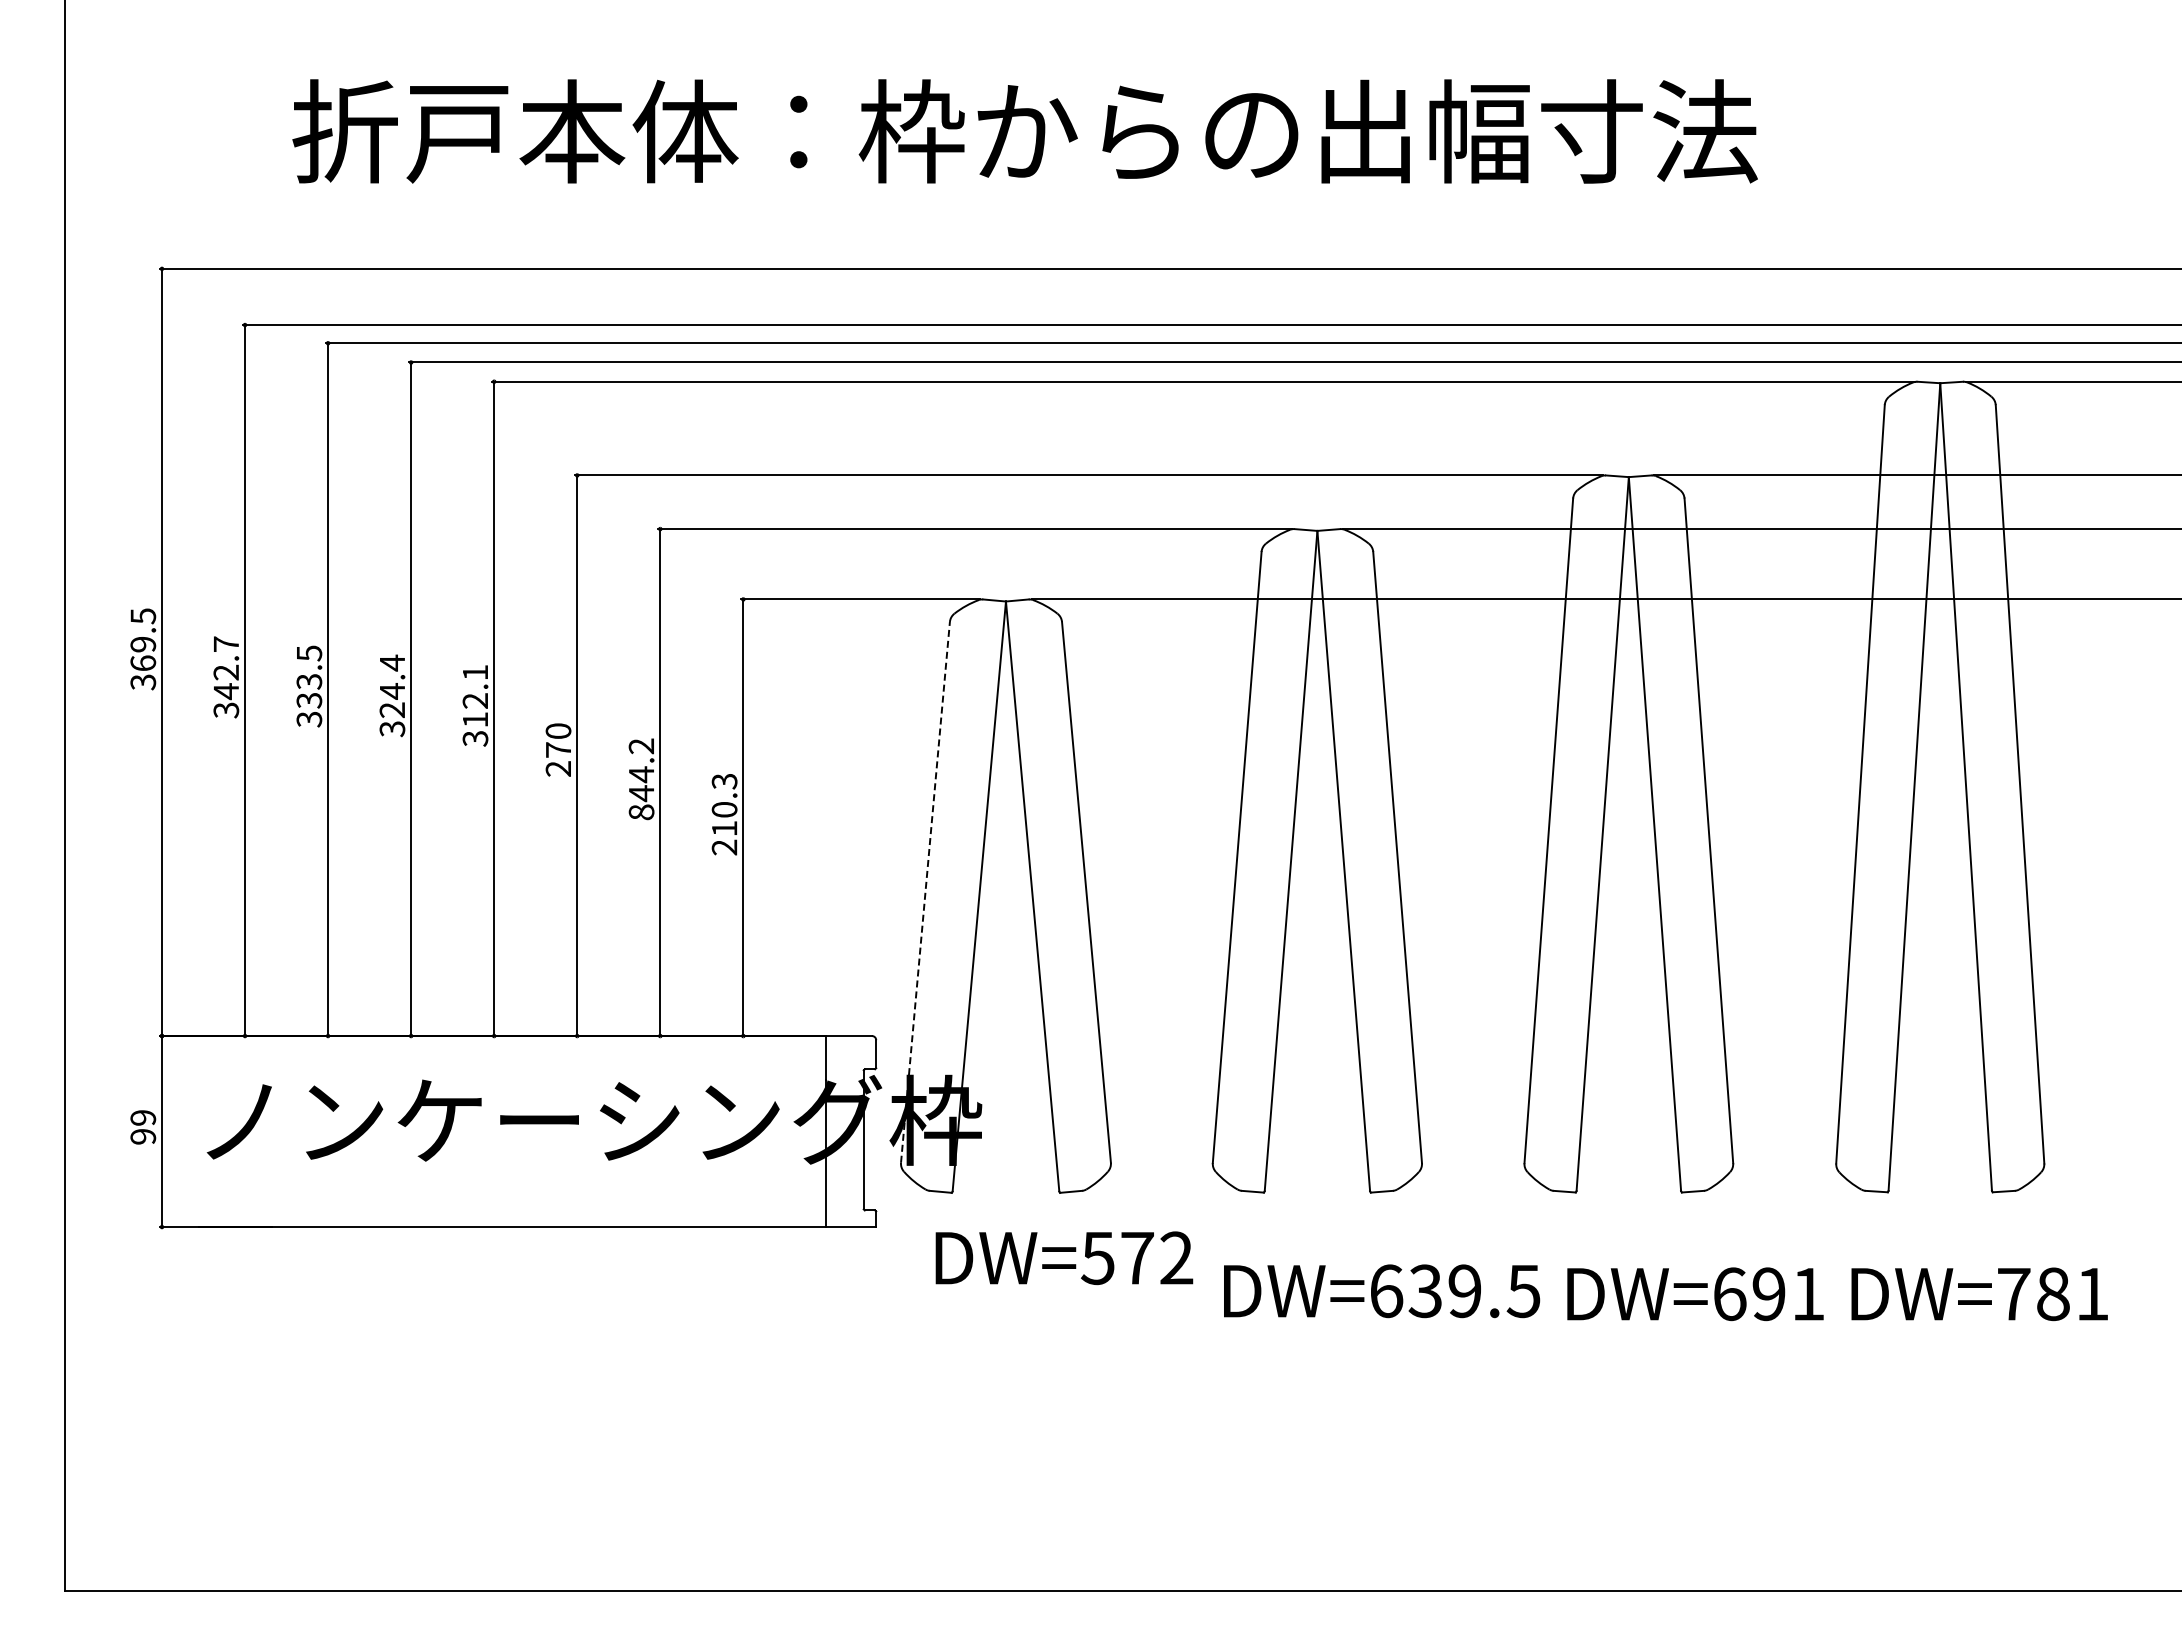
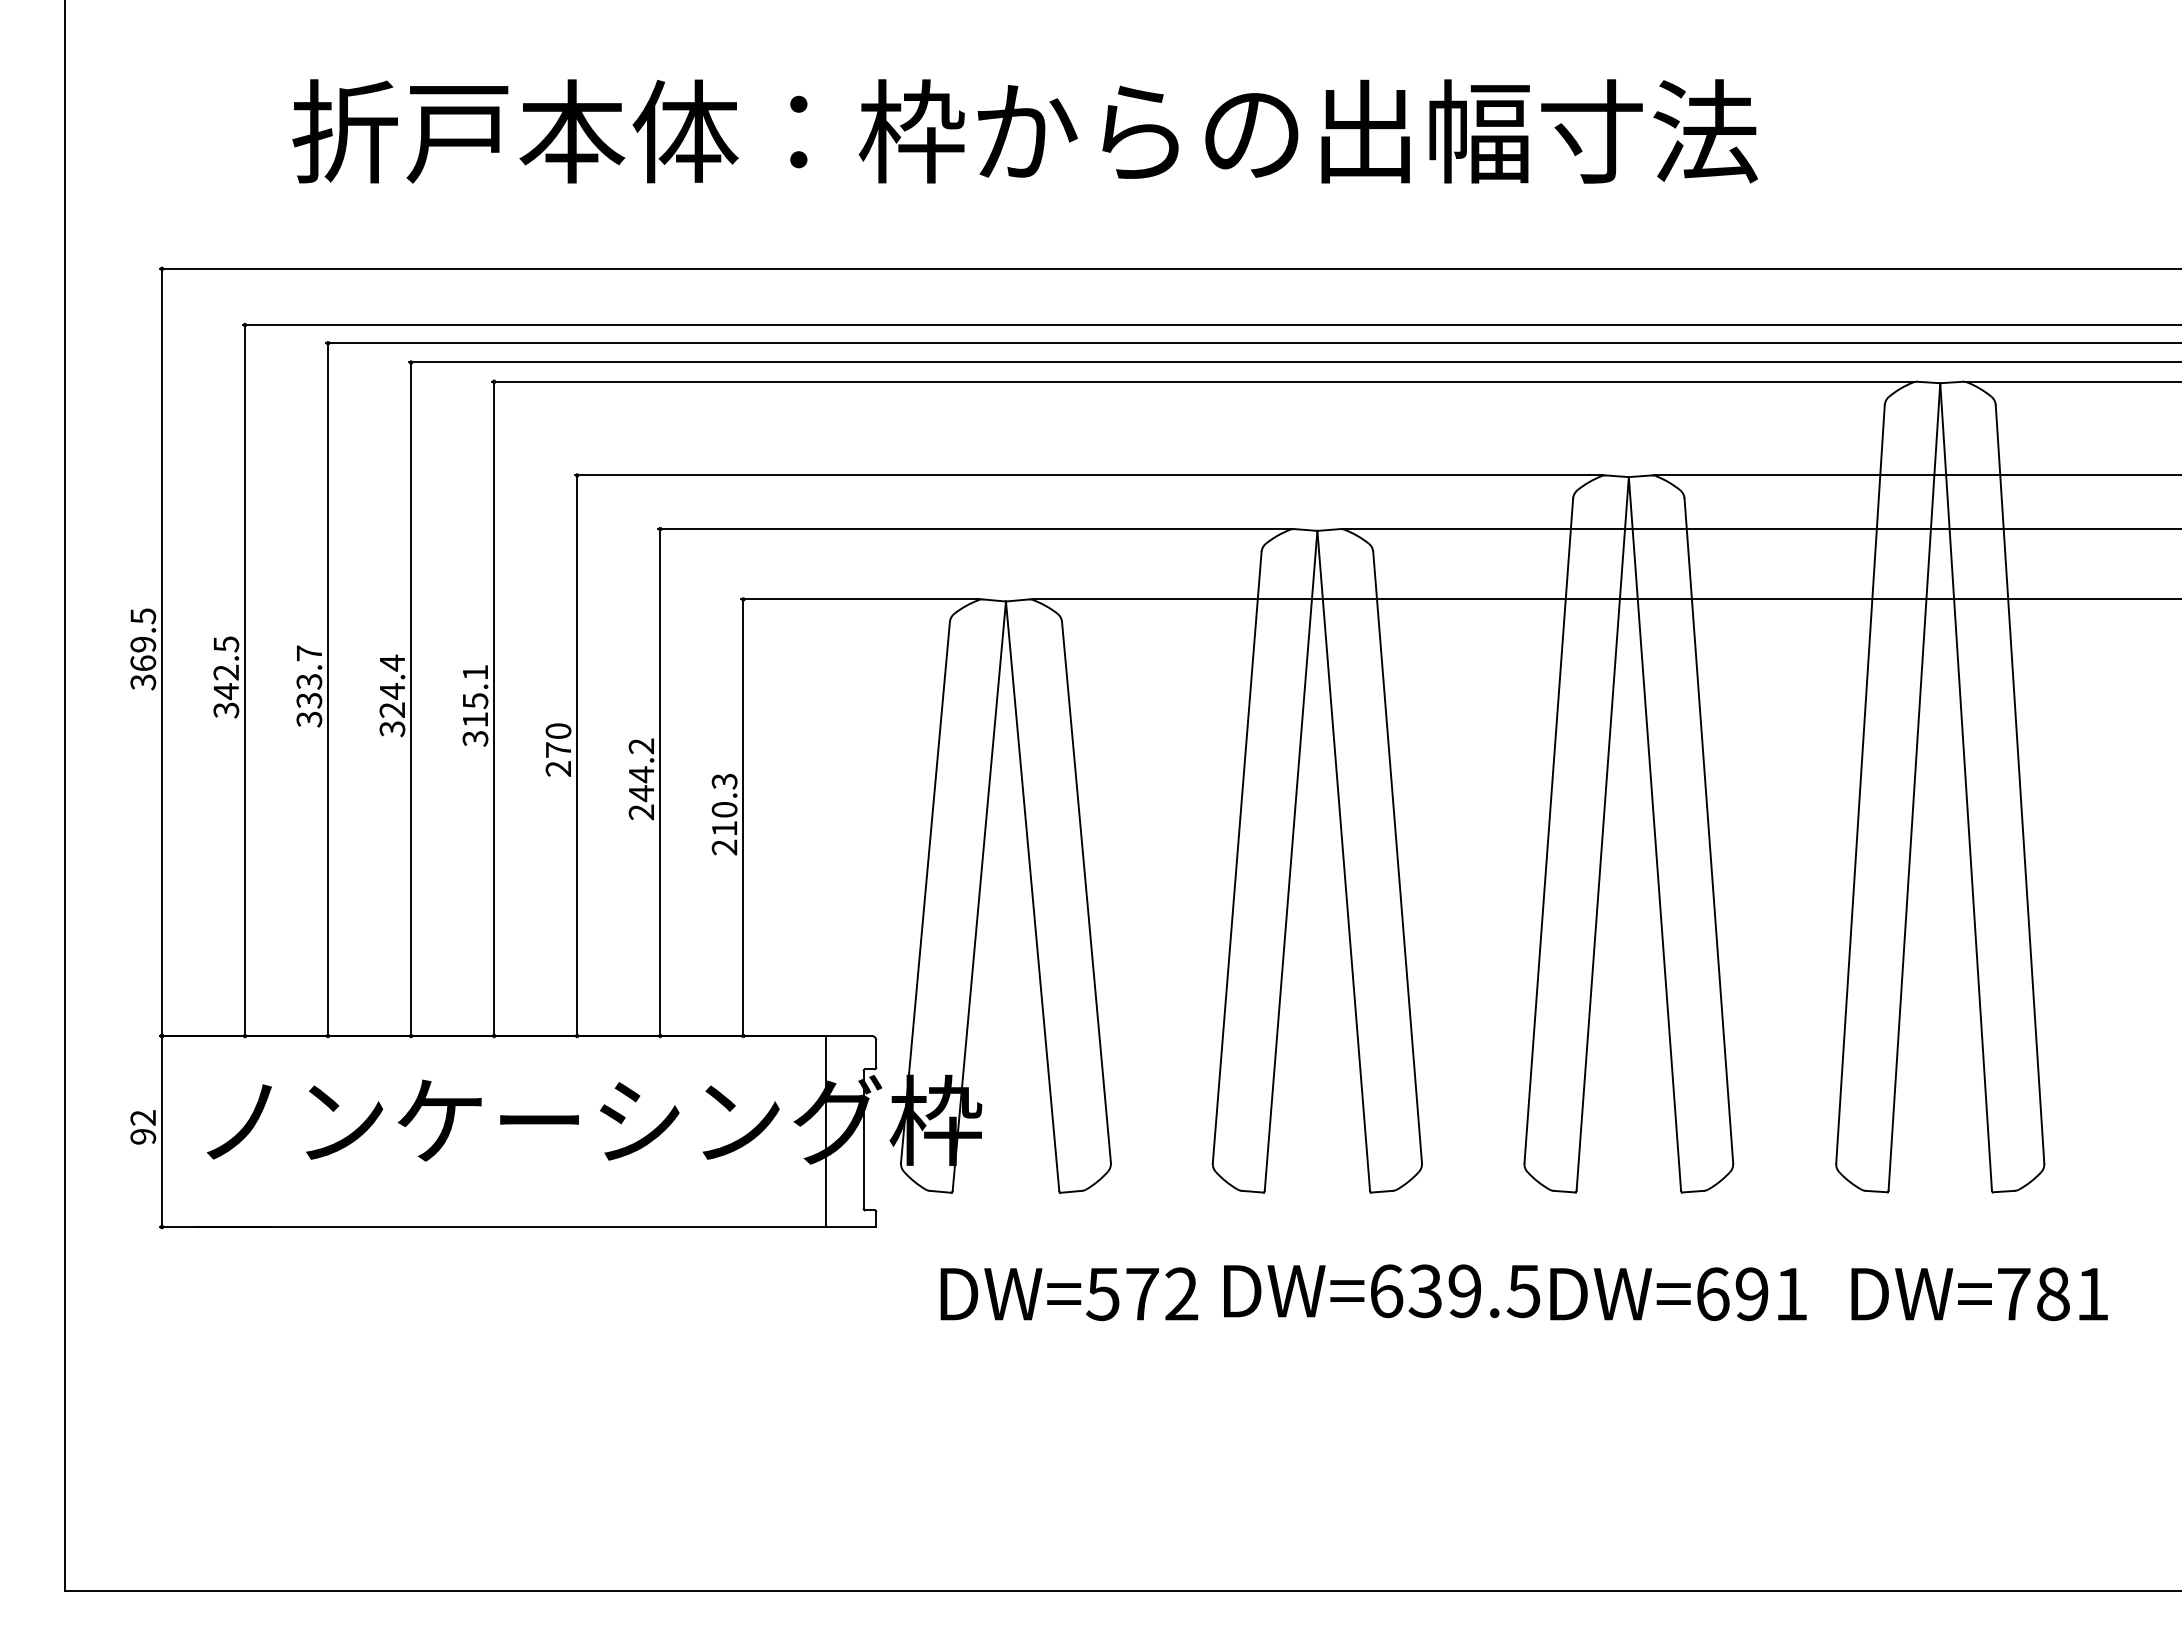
text at (226, 644): 342.7 -> 342.5
text at (309, 653): 333.5 -> 333.7
text at (475, 701): 312.1 -> 315.1
text at (641, 812): 844.2 -> 244.2
line at (925, 891): dashed -> solid
text at (143, 1117): 99 -> 92
text at (1064, 1258) position: (1064, 1258) -> (1069, 1294)
text at (1695, 1294) position: (1695, 1294) -> (1678, 1294)
